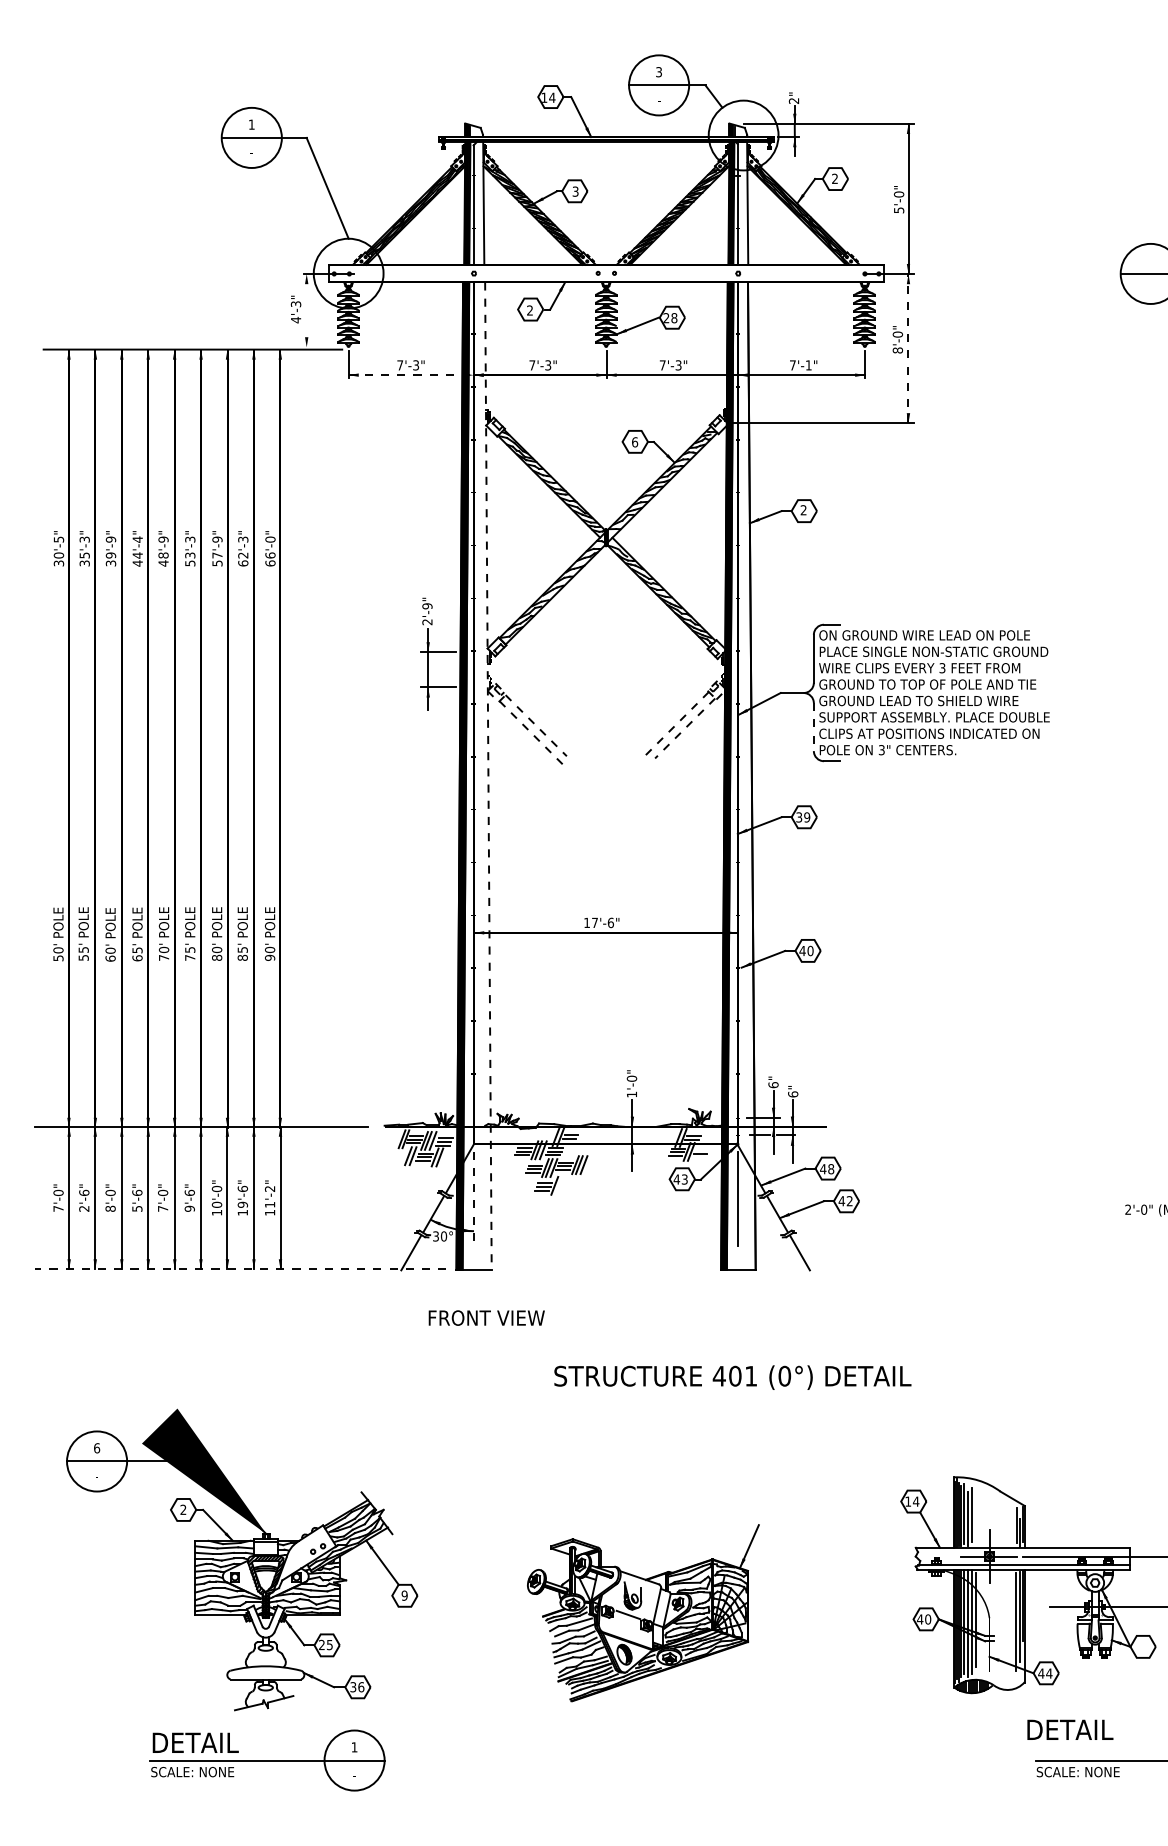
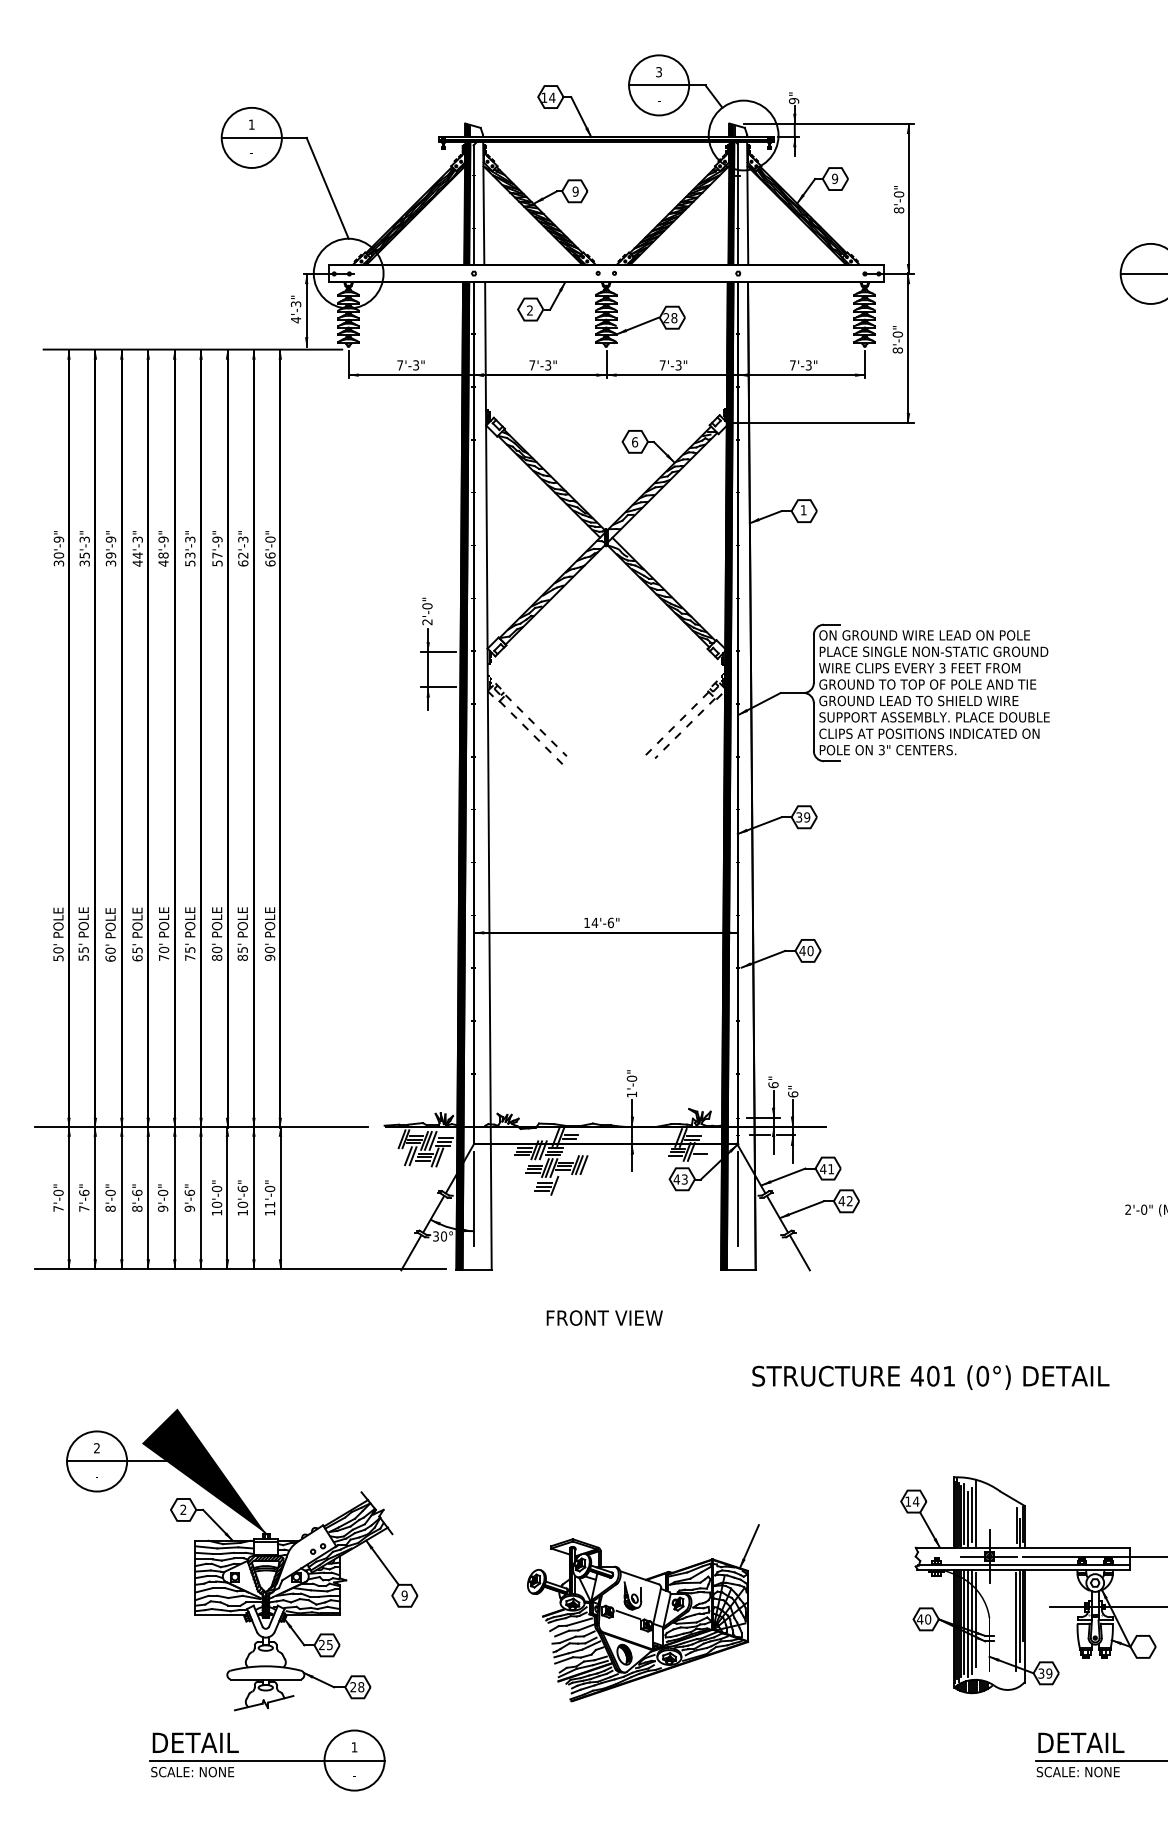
text at (794, 101): 2" -> 9"
text at (835, 178): 2 -> 9
text at (575, 191): 3 -> 9
text at (898, 210): 5'-0" -> 8'-0"
line at (306, 310): none -> present
line at (908, 348): dashed -> solid
text at (808, 365): 7'-1" -> 7'-3"
line at (411, 375): dashed -> solid
text at (803, 510): 2 -> 1
text at (58, 539): 30'-5" -> 30'-9"
text at (137, 539): 44'-4" -> 44'-3"
text at (427, 606): 2'-9" -> 2'-0"
line at (813, 727): dashed -> solid
line at (488, 776): dashed -> solid
text at (594, 922): 17'-6" -> 14'-6"
text at (831, 1169): 48 -> 41
text at (270, 1188): 11'-2" -> 11'-0"
line at (473, 1198): dashed -> solid
text at (242, 1204): 19'-6" -> 10'-6"
text at (84, 1208): 2'-6" -> 7'-6"
text at (137, 1208): 5'-6" -> 8'-6"
text at (163, 1208): 7'-0" -> 9'-0"
line at (240, 1269): dashed -> solid
text at (486, 1317) position: (486, 1317) -> (604, 1317)
text at (732, 1377) position: (732, 1377) -> (930, 1377)
text at (97, 1448): 6 -> 2
line at (976, 1512): none -> present
text at (1045, 1673): 44 -> 39
text at (357, 1687): 36 -> 28
text at (1070, 1729) position: (1070, 1729) -> (1081, 1742)
